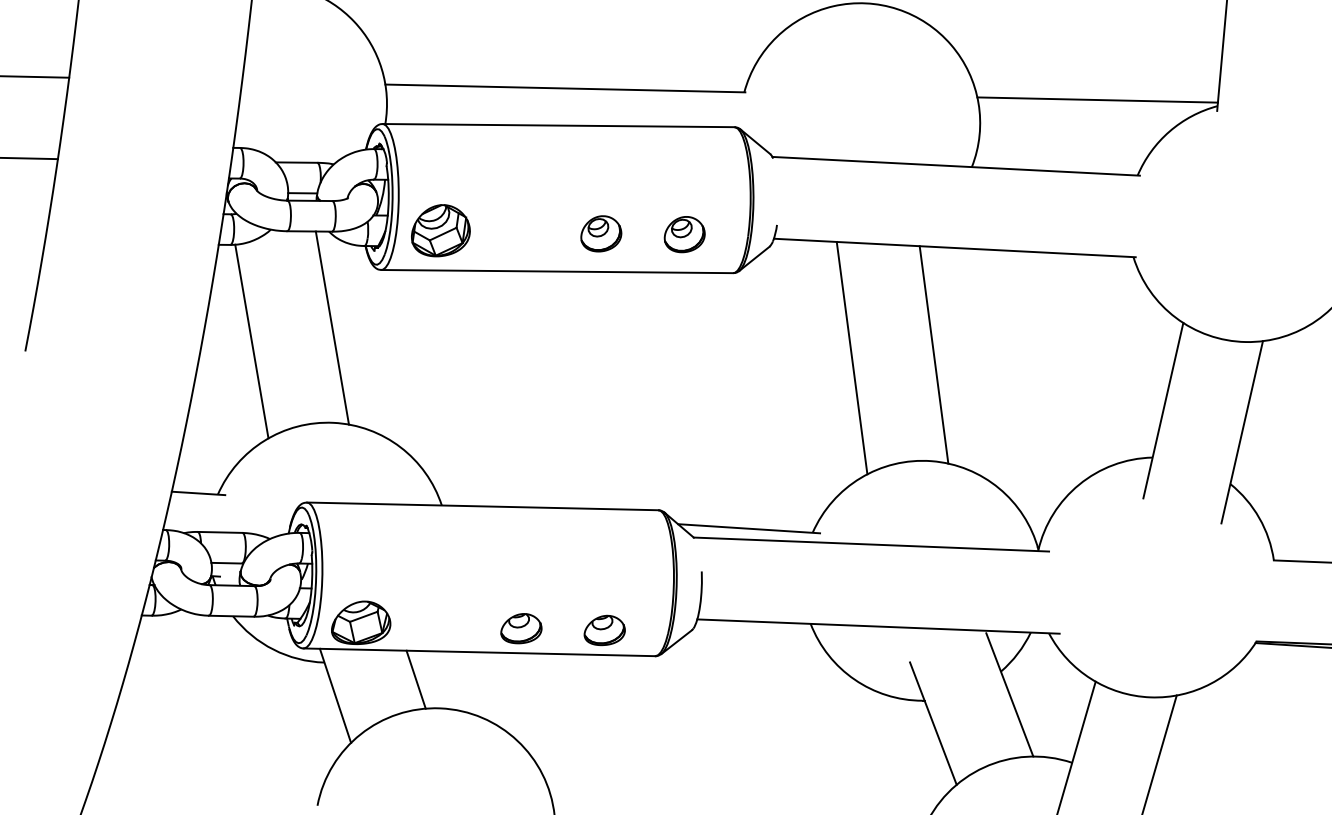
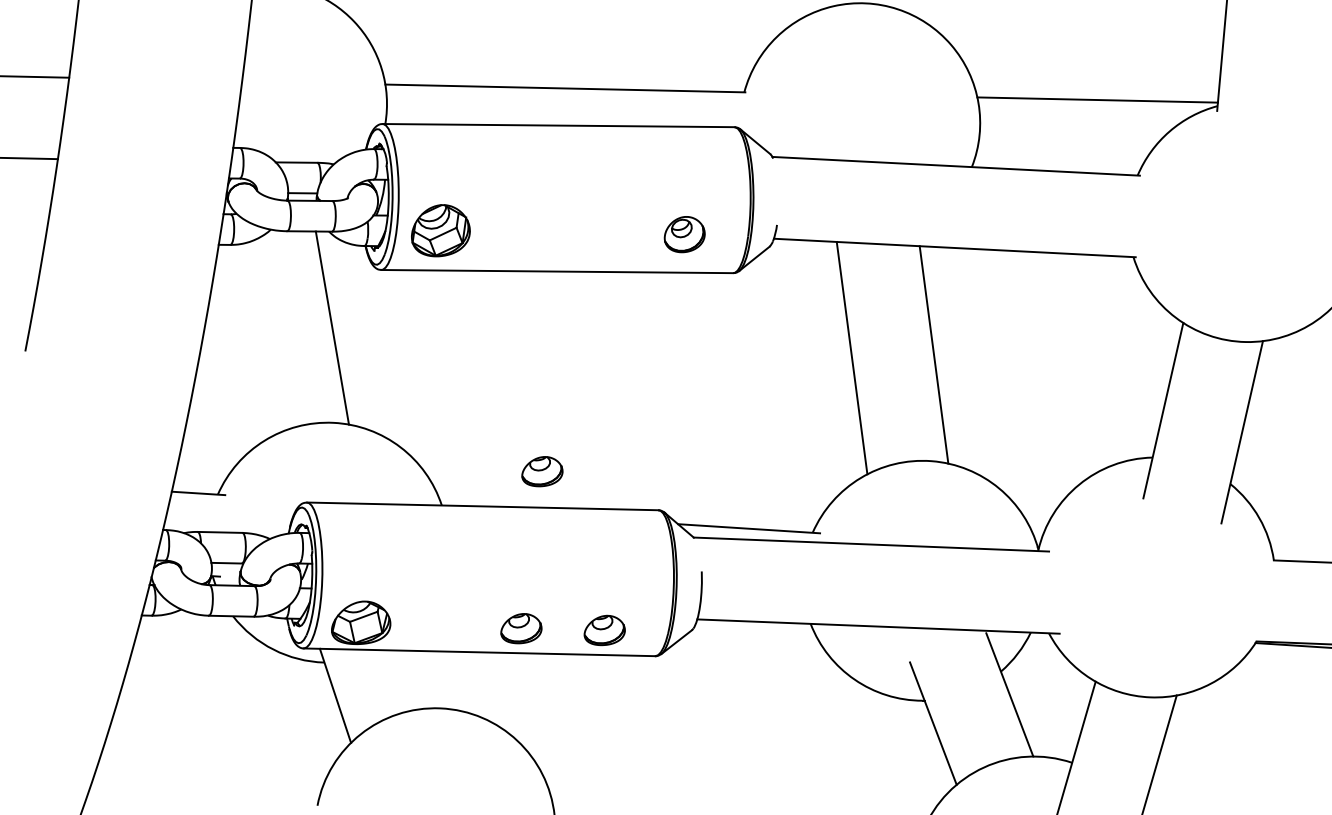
part at (601, 233): present -> none
line at (251, 341): present -> none
part at (542, 471): none -> present
line at (415, 679): present -> none
